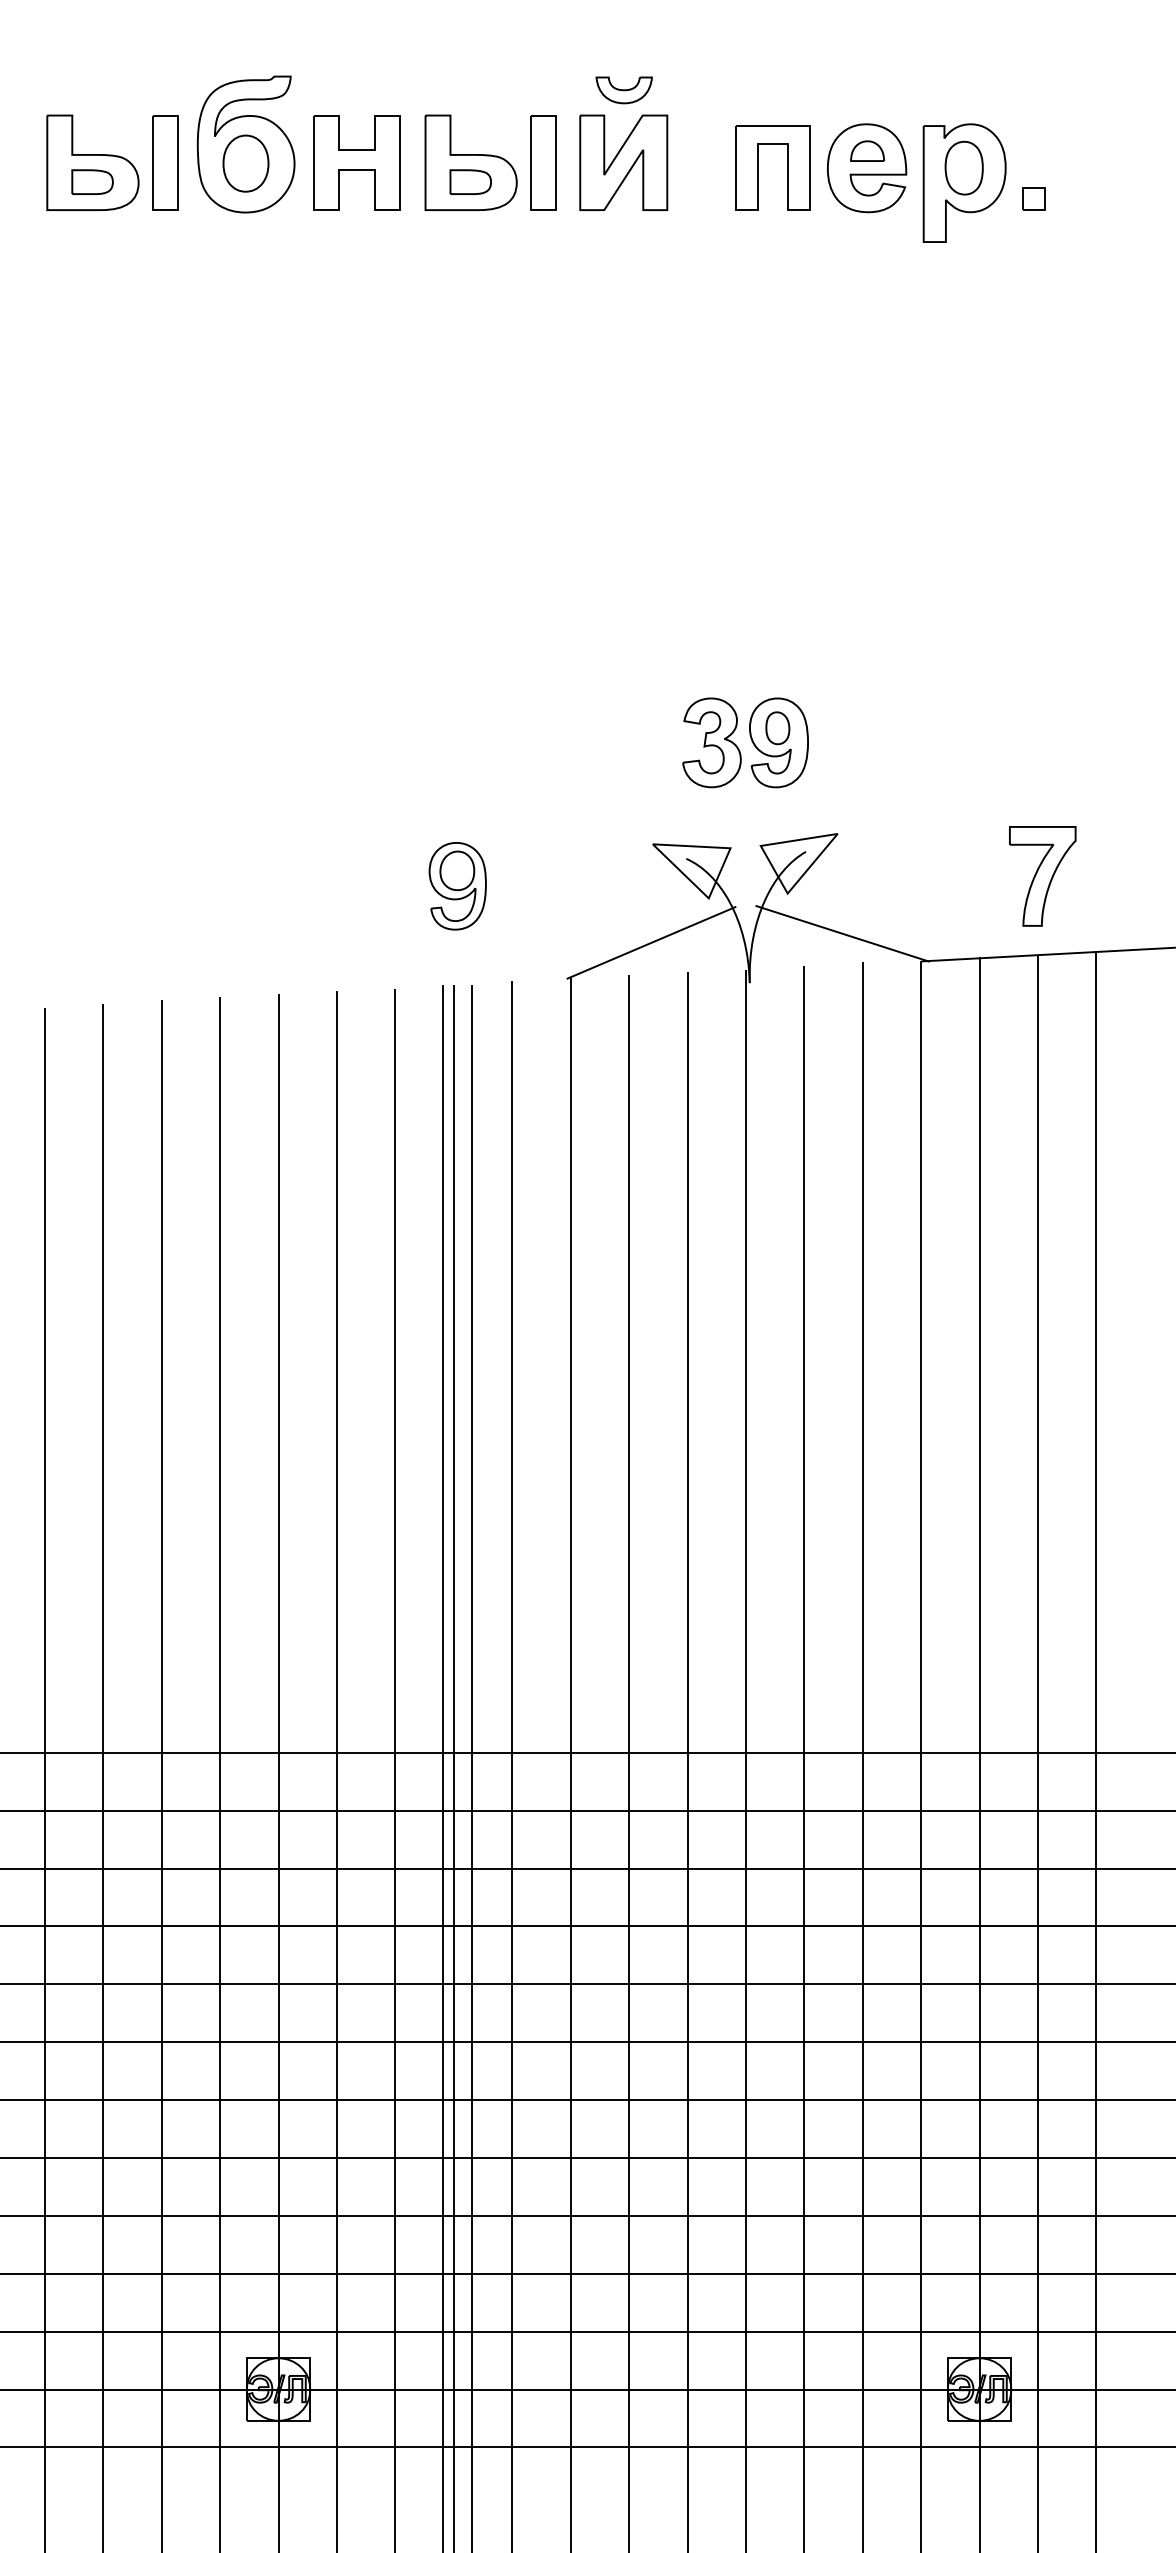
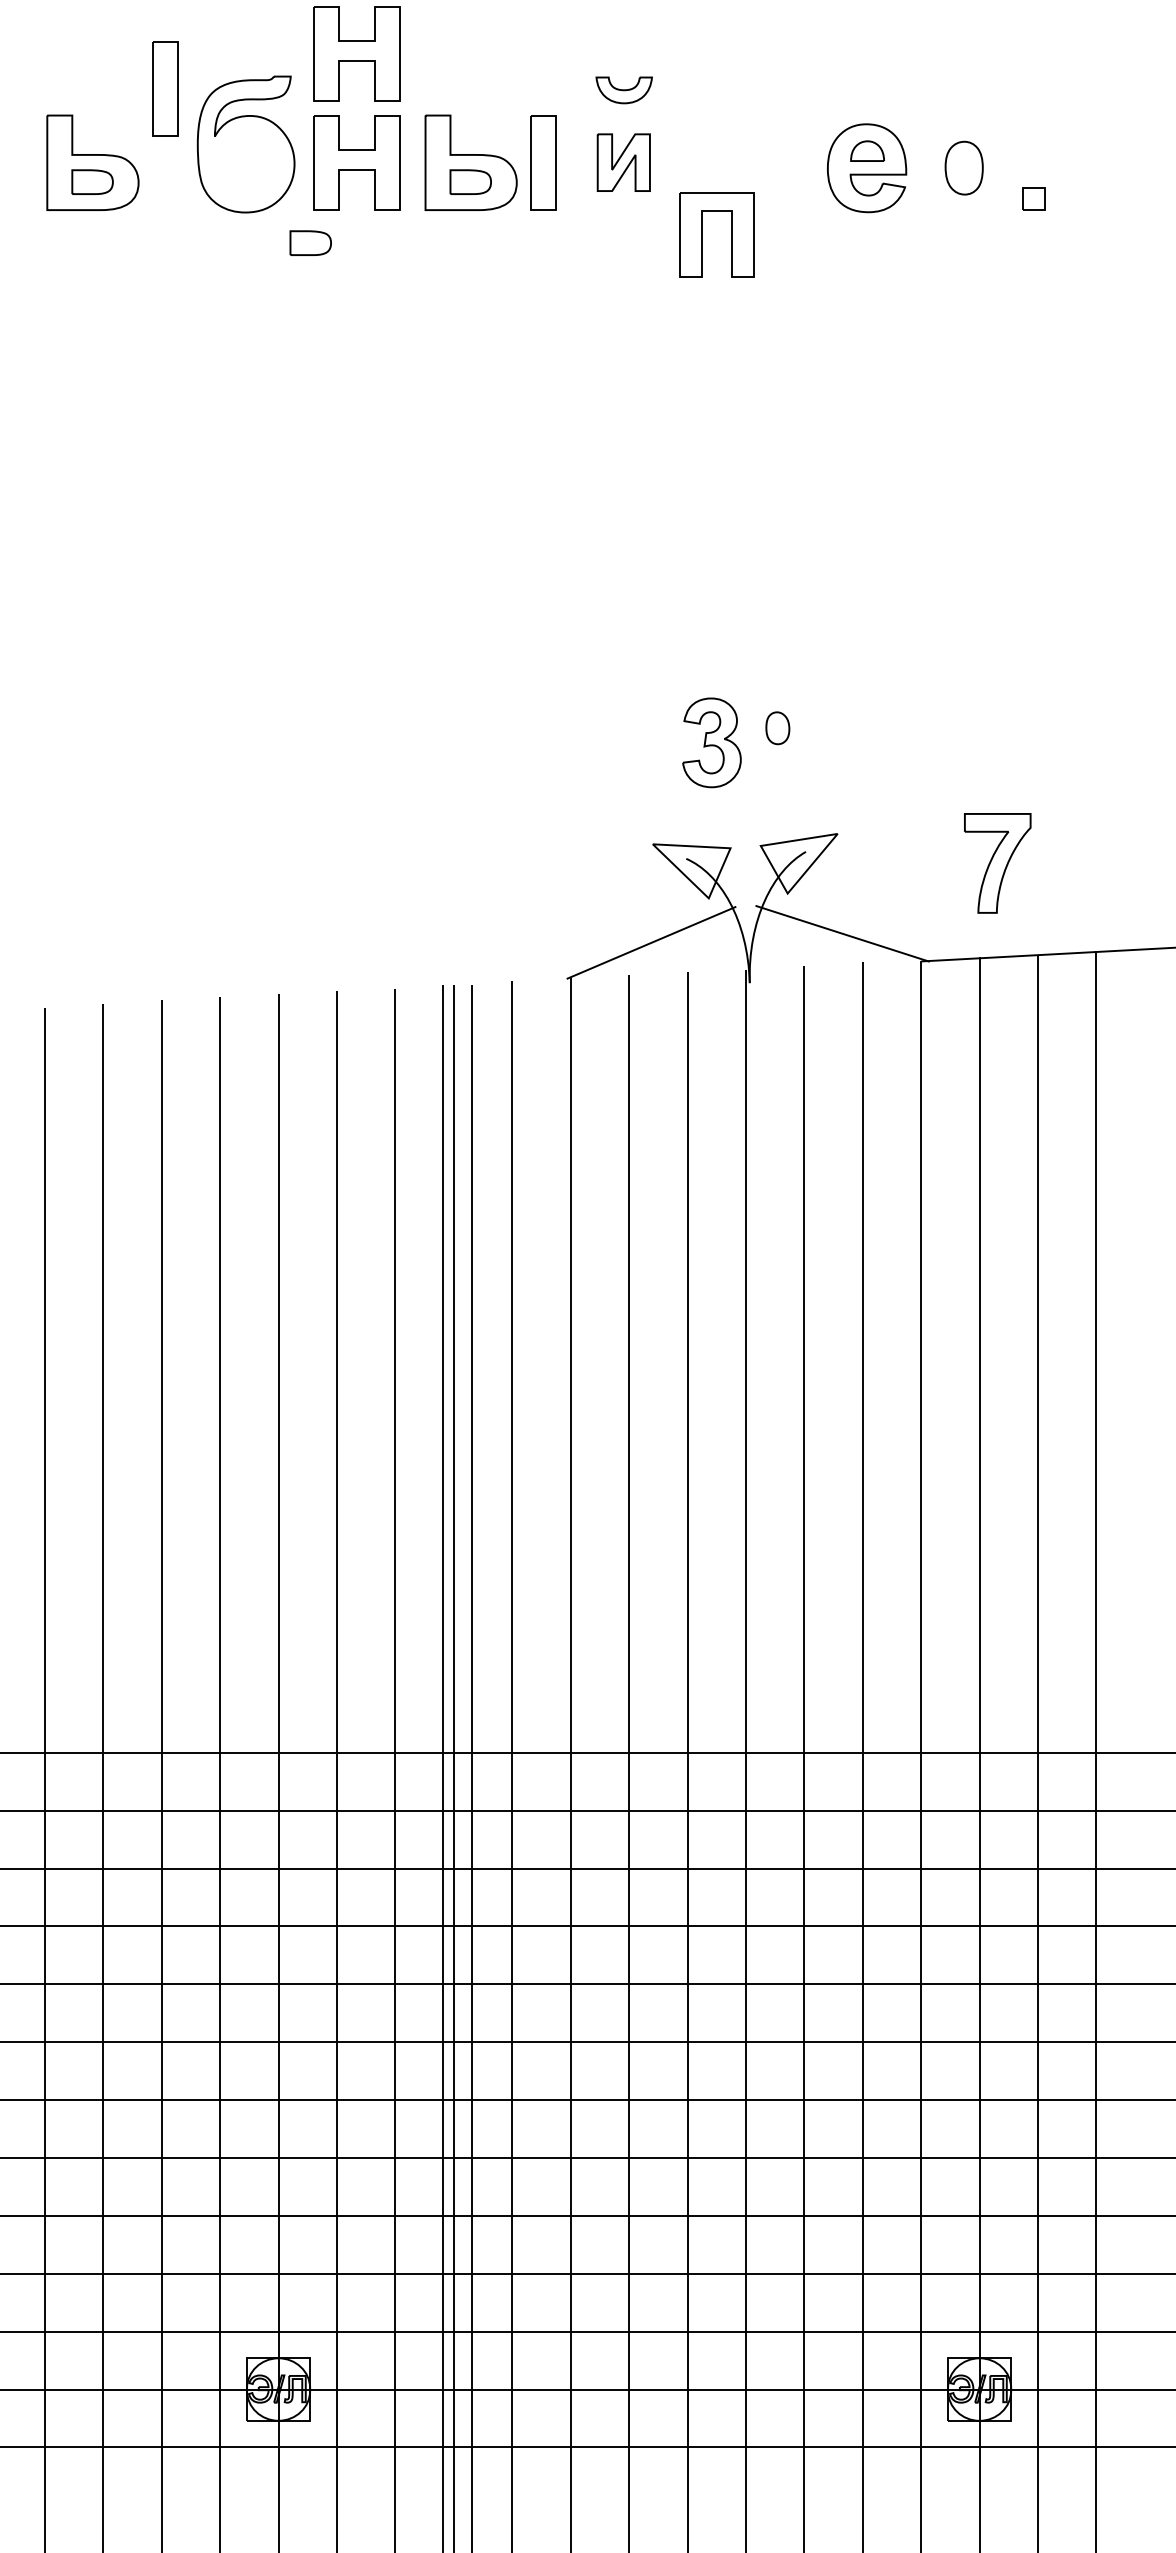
part at (356, 53): none -> present
part at (165, 162) position: (165, 162) -> (165, 88)
part at (623, 162) size: 90x97 px -> 55x59 px
part at (245, 163): present -> none
part at (758, 167) position: (758, 167) -> (702, 234)
part at (964, 182): present -> none
part at (310, 242): none -> present
part at (778, 742): present -> none
part at (1042, 876) position: (1042, 876) -> (997, 863)
part at (457, 886): present -> none
